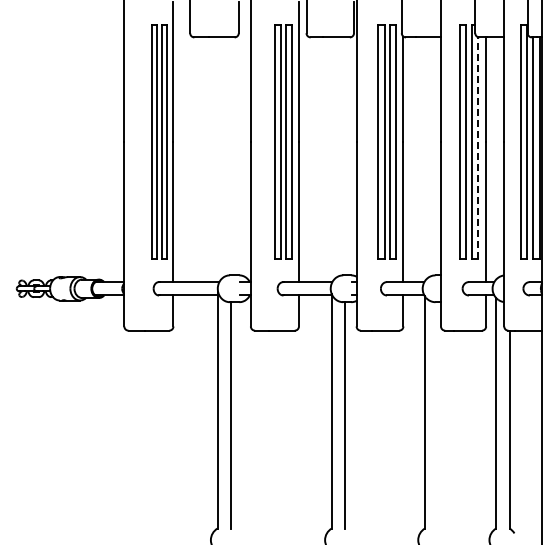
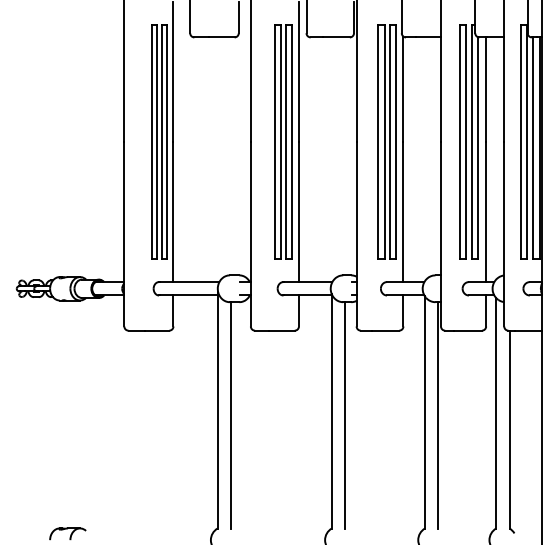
line at (478, 147): dashed -> solid
line at (438, 415): none -> present
part at (67, 533): none -> present
